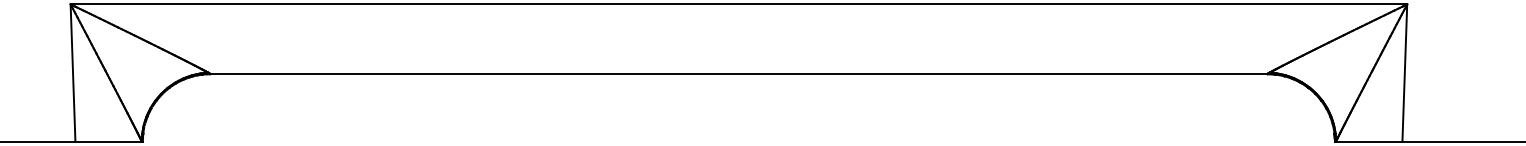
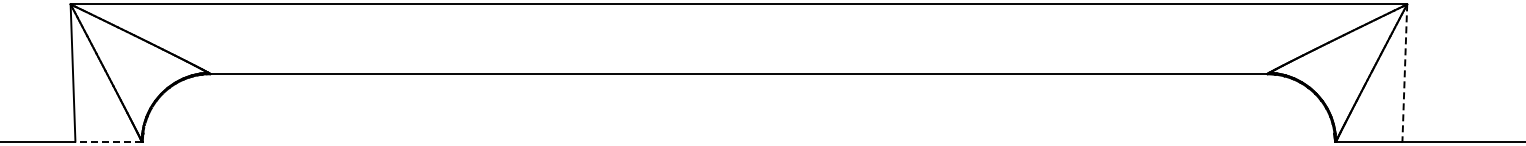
line at (1404, 72): solid -> dashed
line at (108, 141): solid -> dashed
